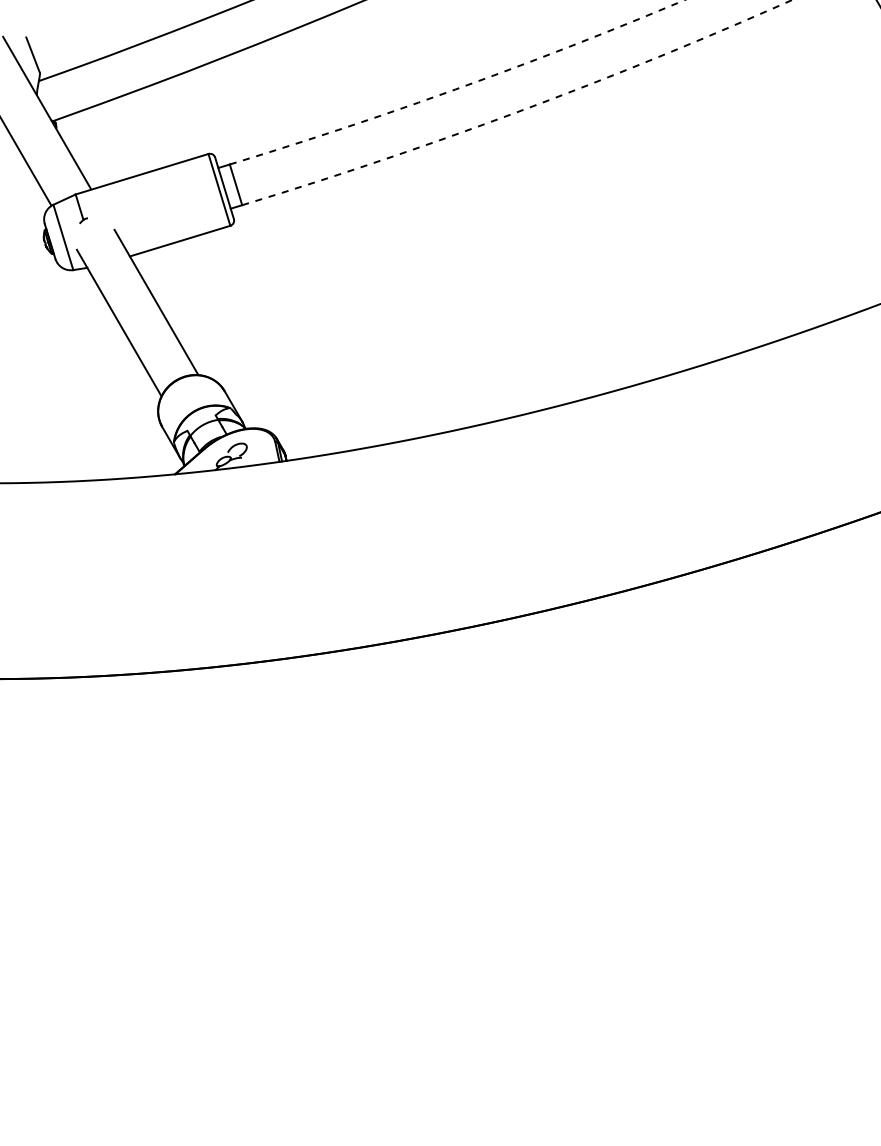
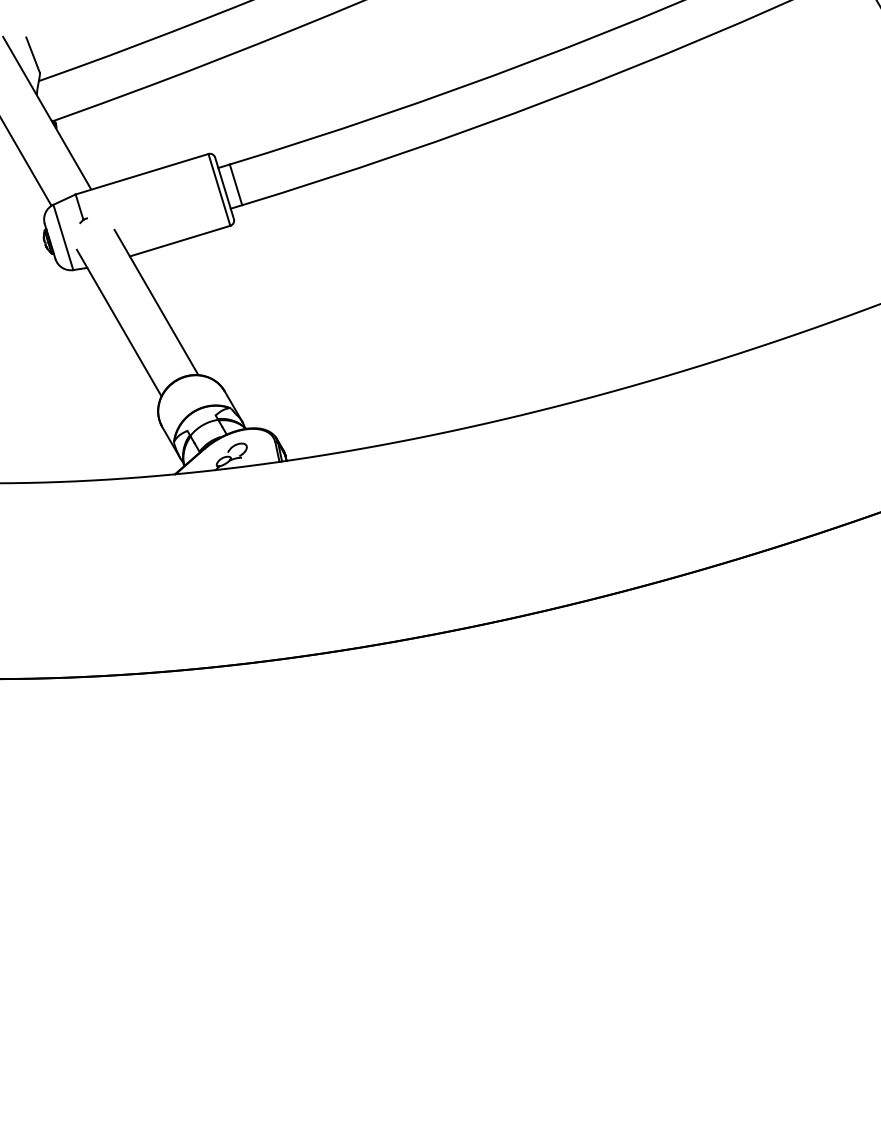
arc at (459, 88): dashed -> solid
arc at (520, 111): dashed -> solid
